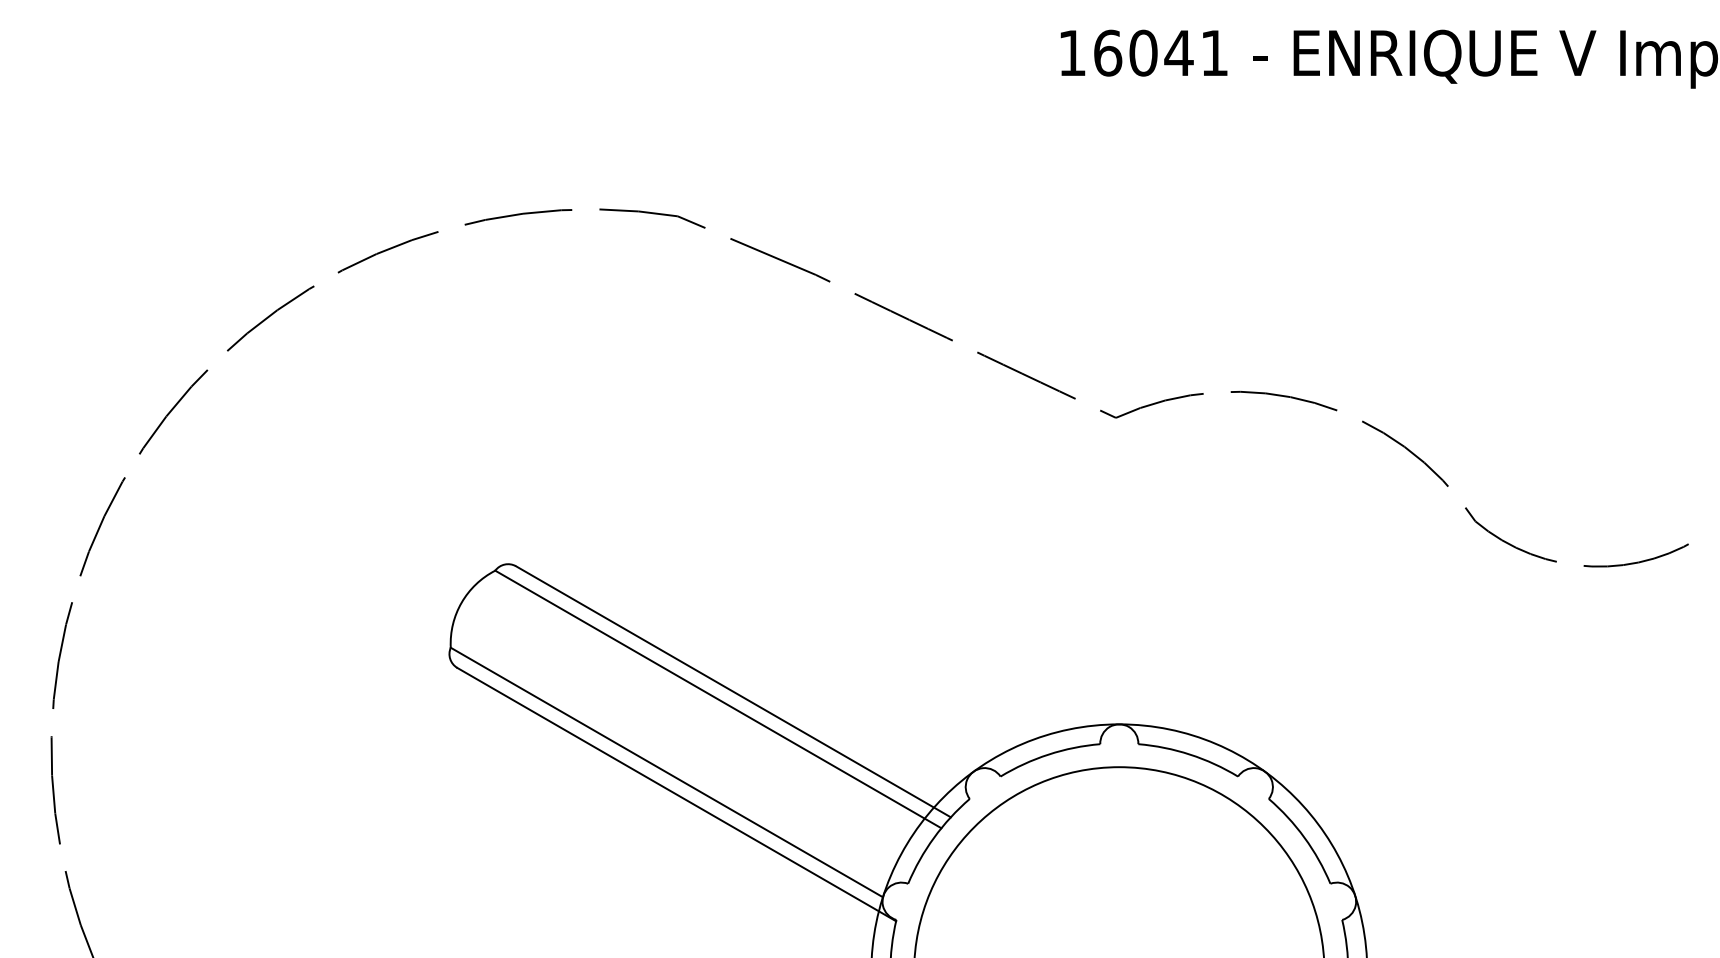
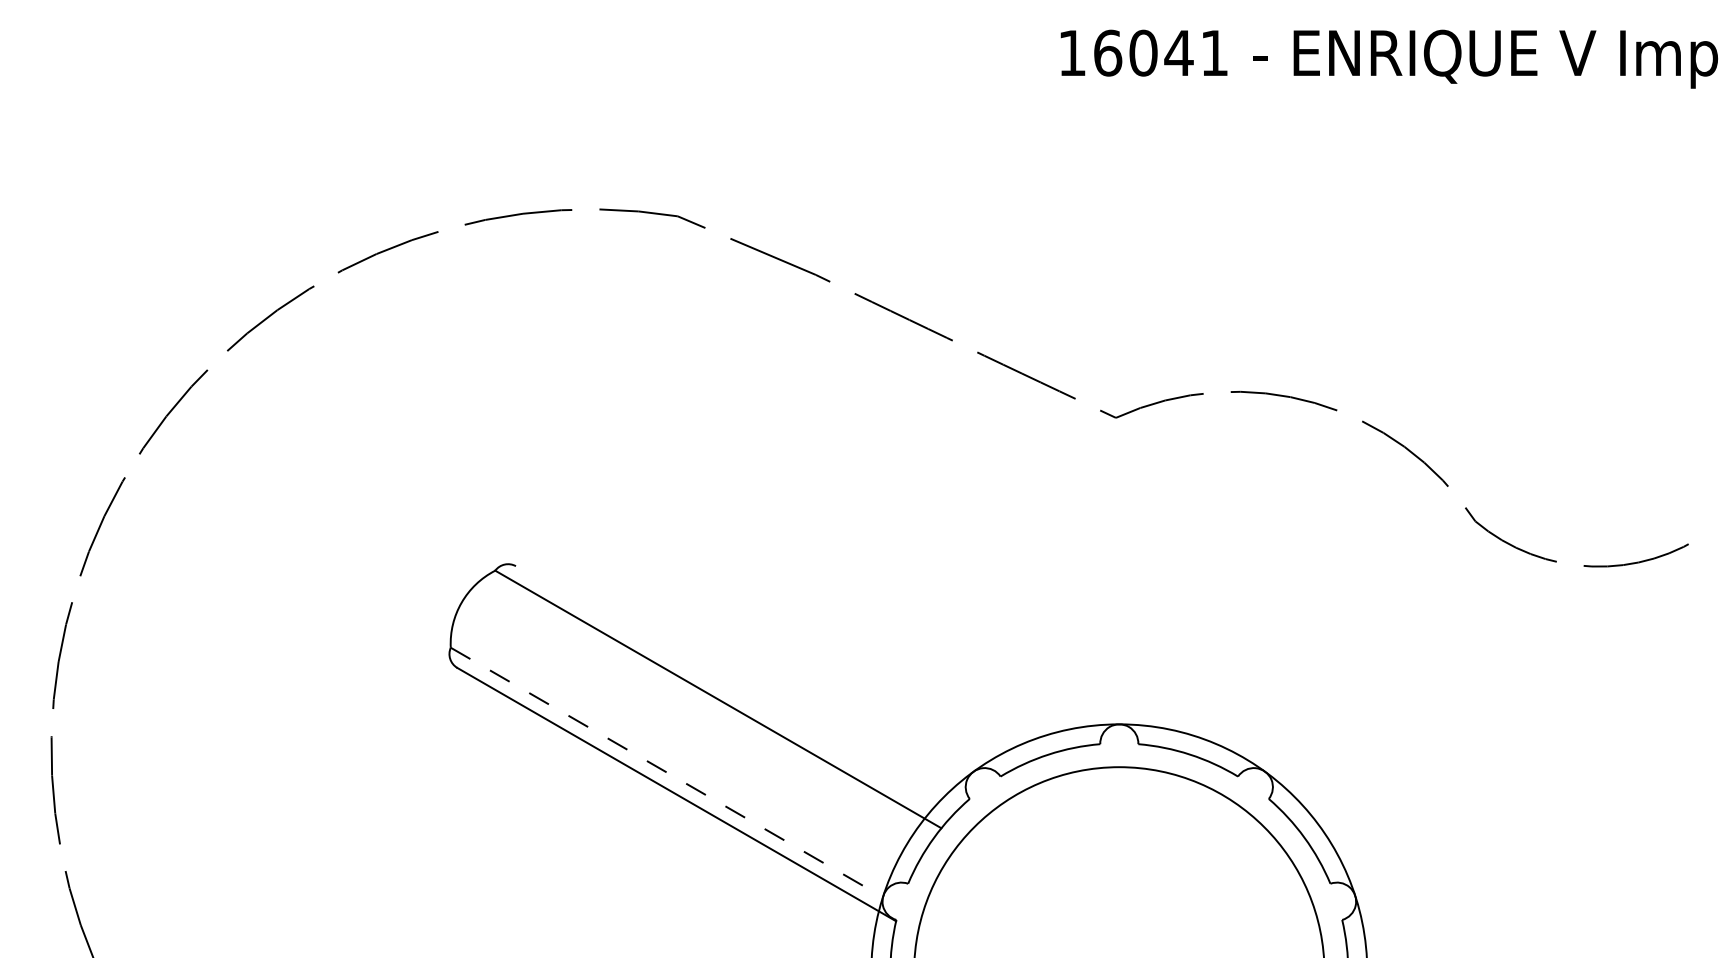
line at (732, 691): present -> none
line at (666, 772): solid -> dashed
